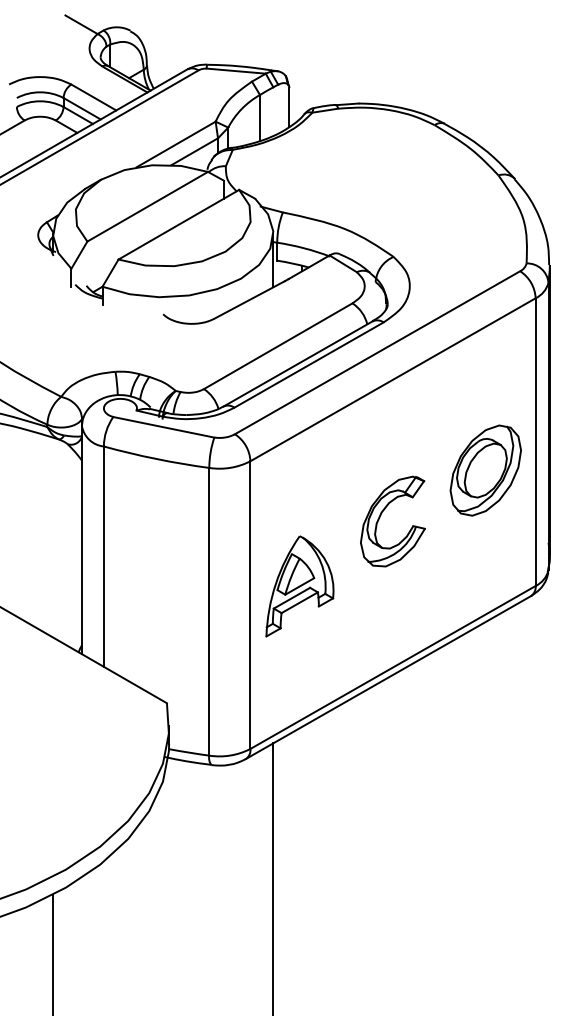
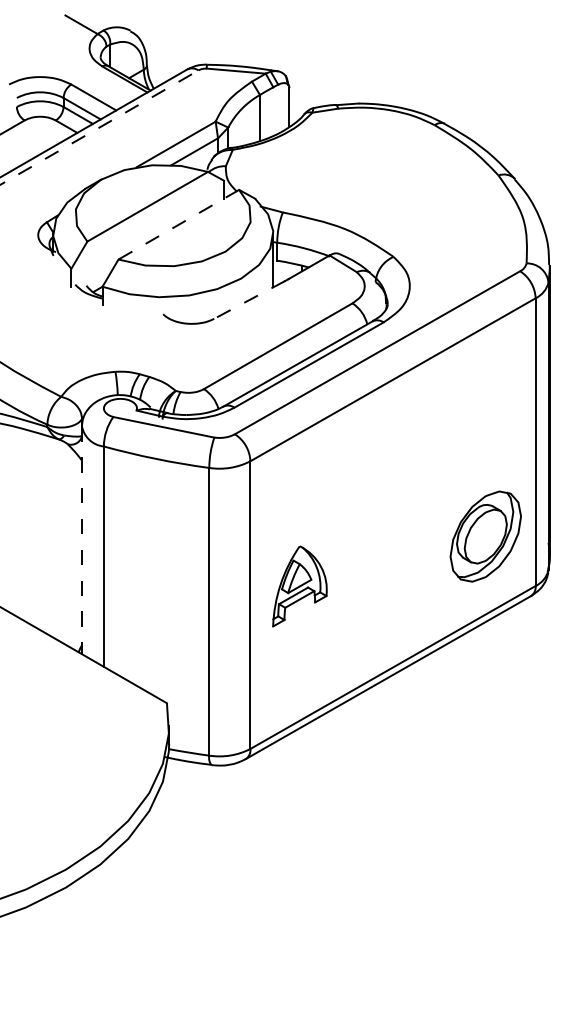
line at (99, 127): solid -> dashed
line at (178, 224): solid -> dashed
line at (249, 300): solid -> dashed
part at (485, 470) position: (485, 470) -> (485, 536)
part at (381, 515): present -> none
line at (81, 540): solid -> dashed
part at (299, 586) size: 70x103 px -> 56x83 px
line at (273, 877): present -> none
line at (53, 953): present -> none
